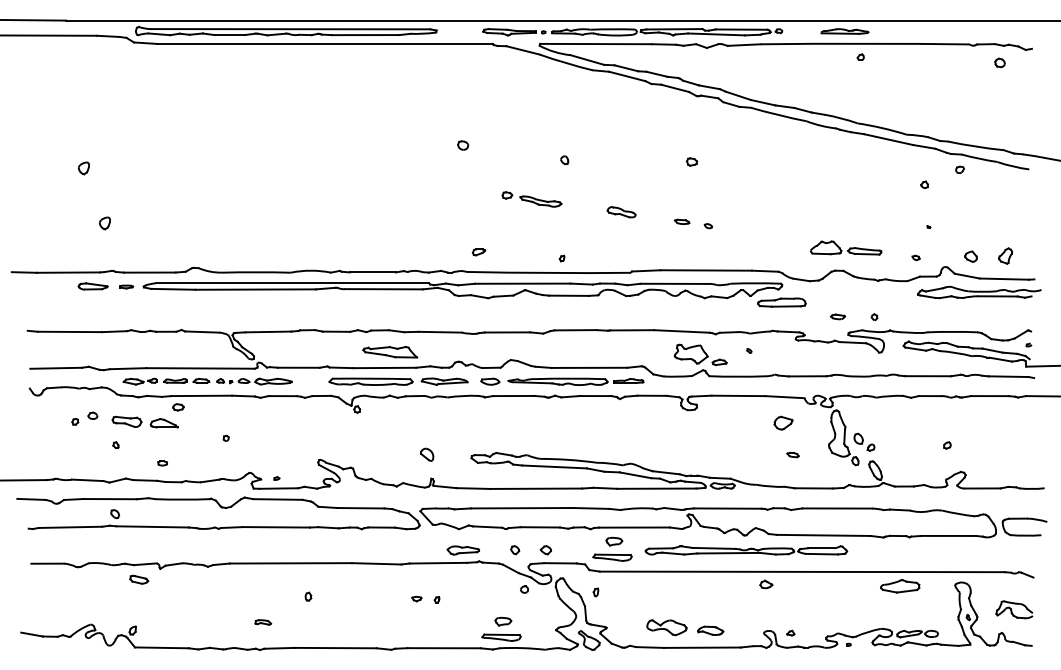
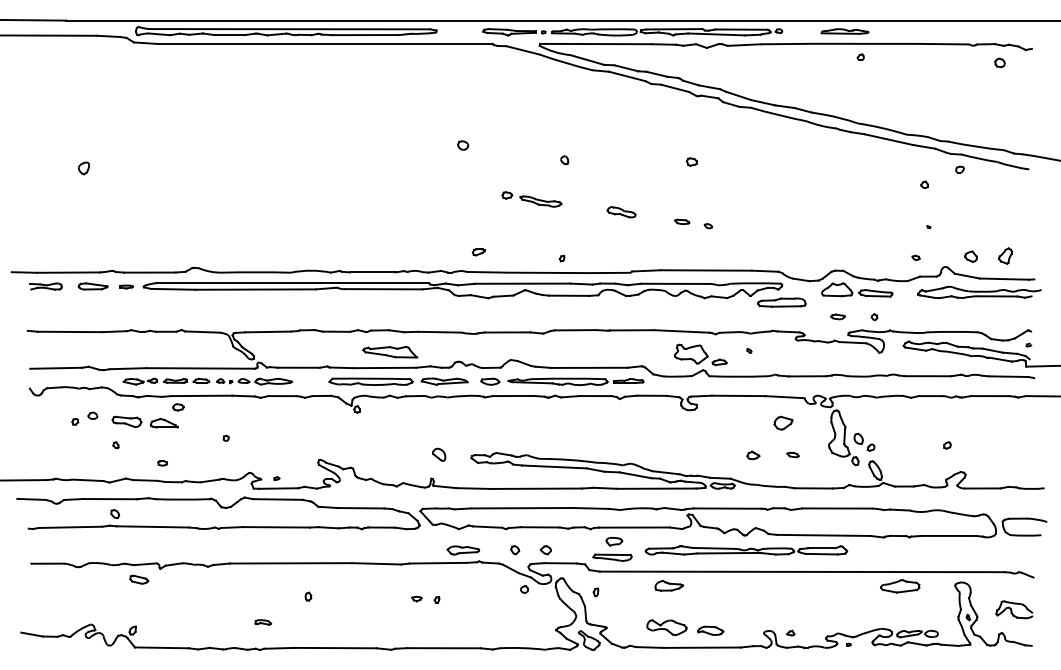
part at (104, 223): present -> none
part at (846, 247) position: (846, 247) -> (857, 289)
part at (45, 286): none -> present
part at (427, 454) position: (427, 454) -> (439, 454)
part at (766, 584) position: (766, 584) -> (753, 455)
part at (668, 585): none -> present
part at (501, 628): present -> none
